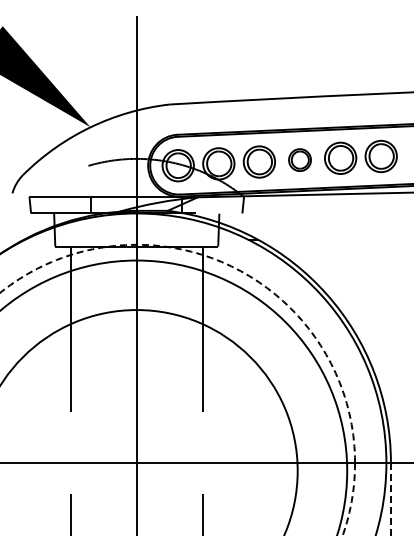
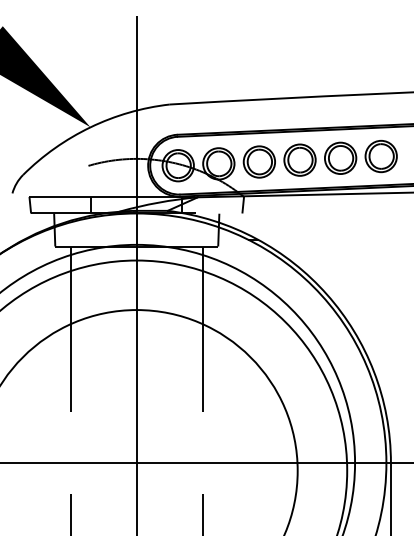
part at (299, 159) size: 24x24 px -> 34x34 px
circle at (177, 389): dashed -> solid
line at (390, 499): dashed -> solid
